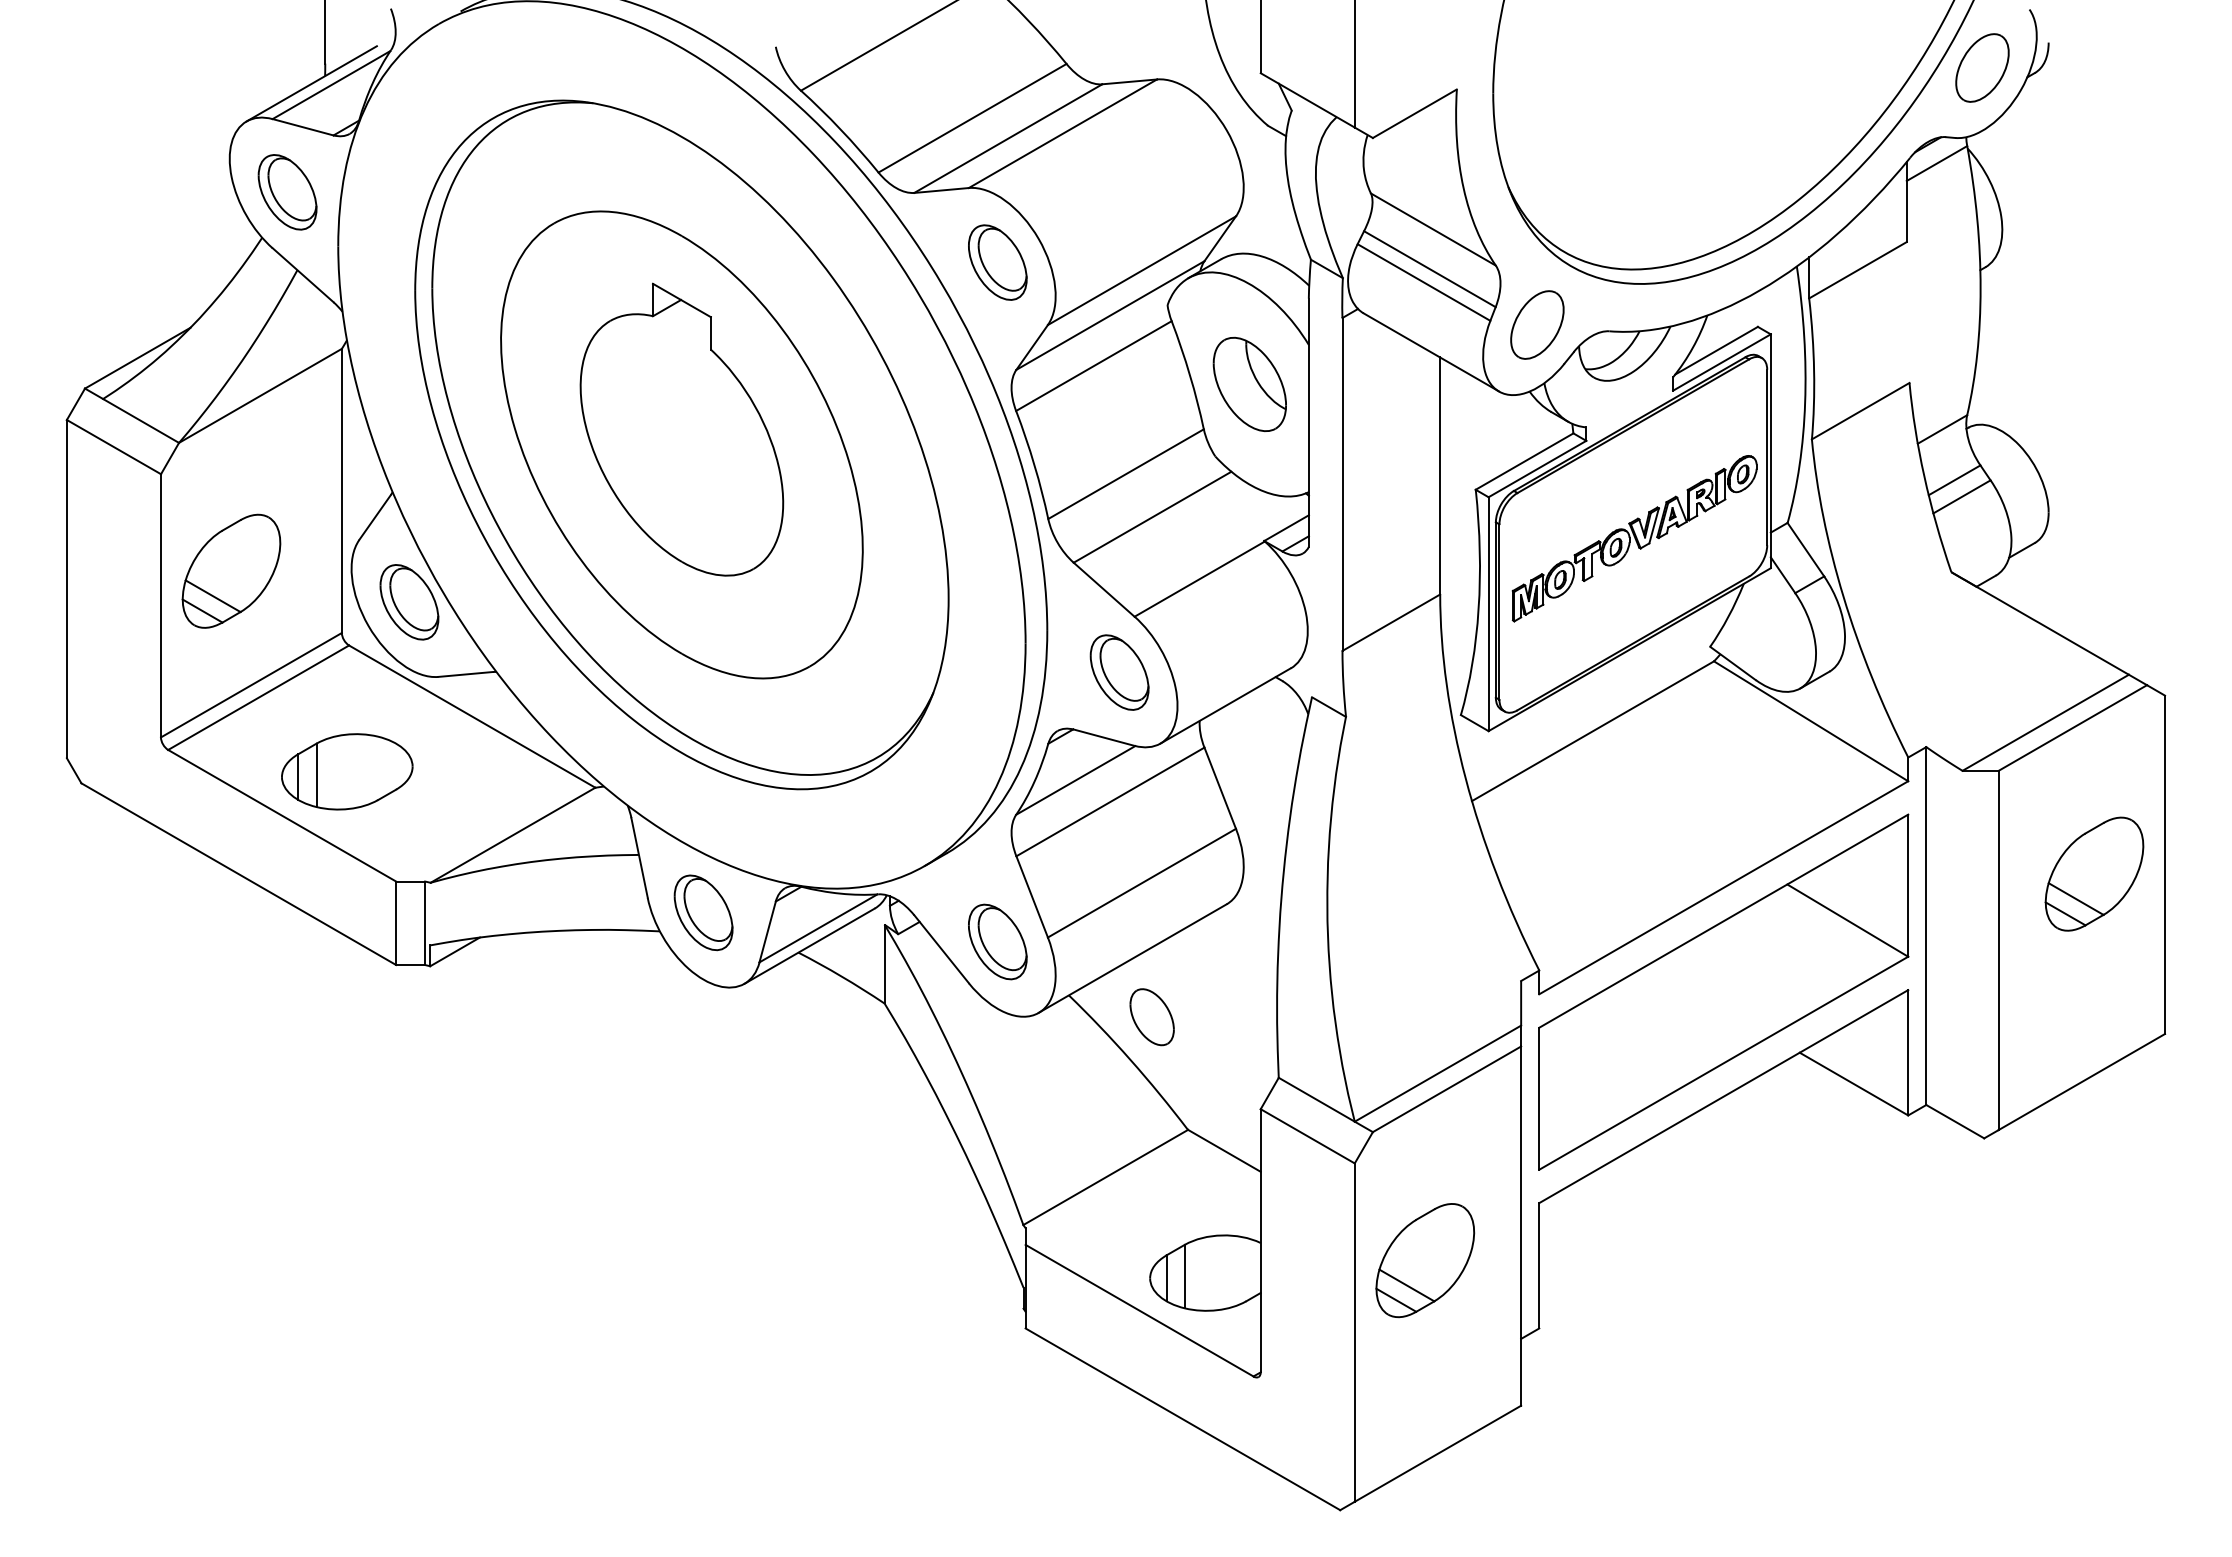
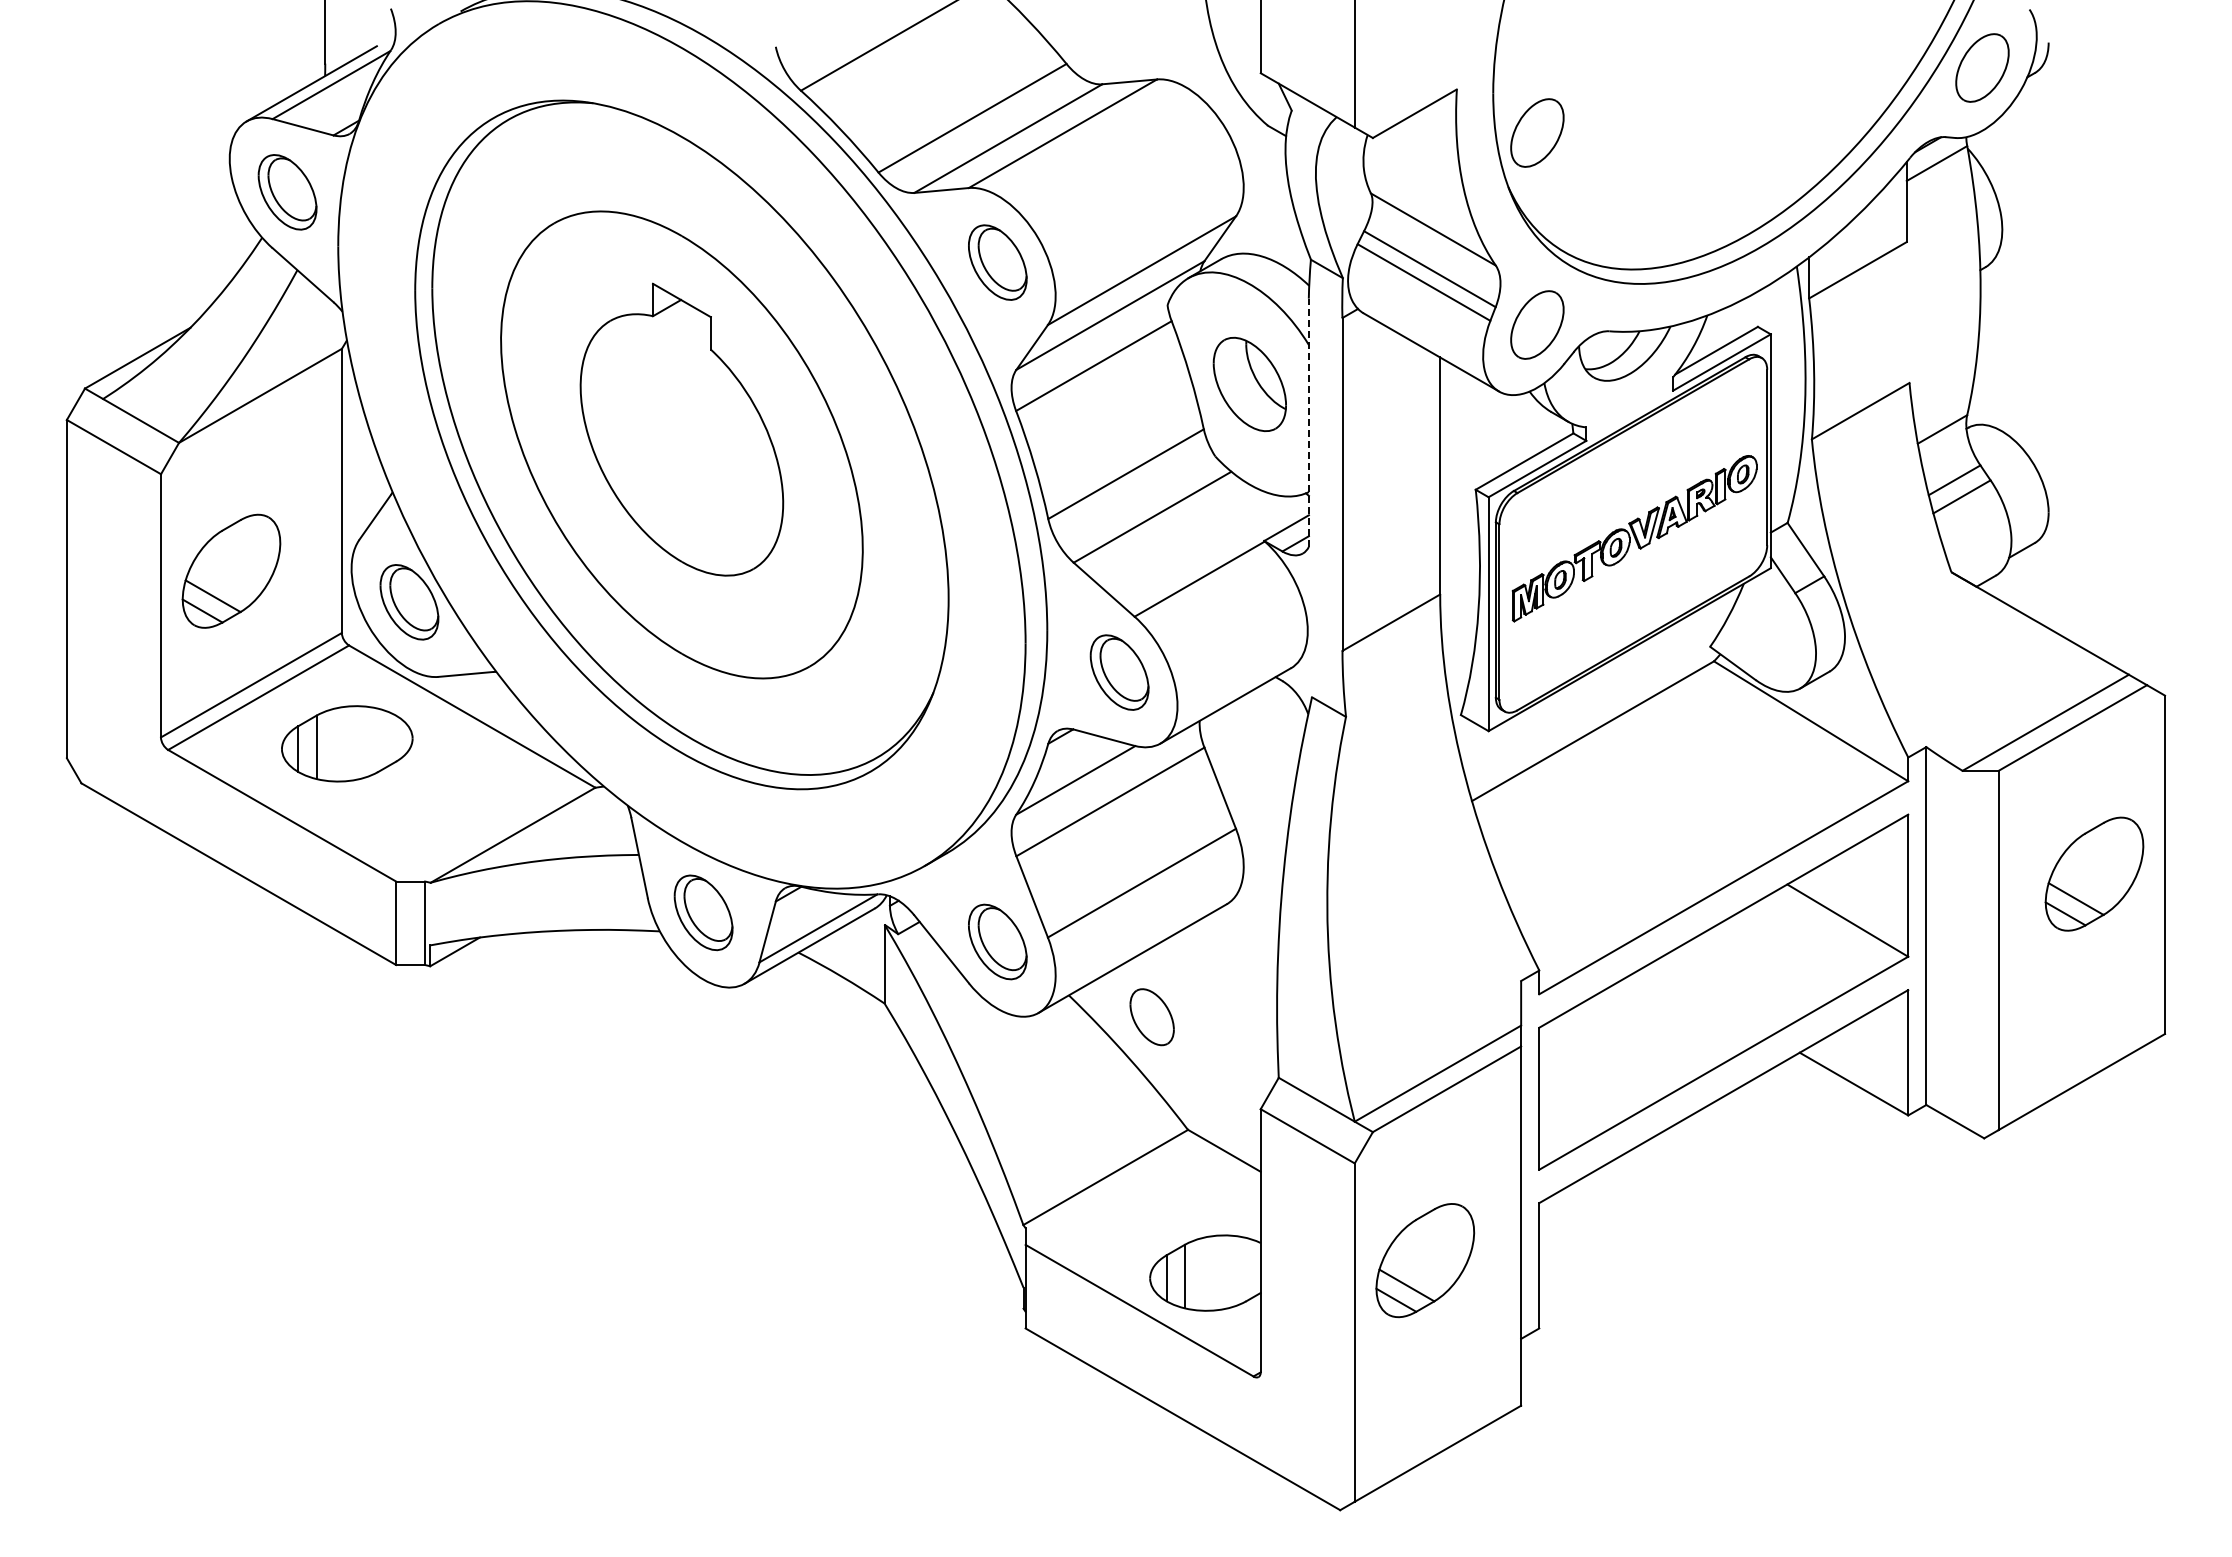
part at (1537, 132): none -> present
line at (1308, 422): solid -> dashed
part at (347, 771) position: (347, 771) -> (347, 743)
